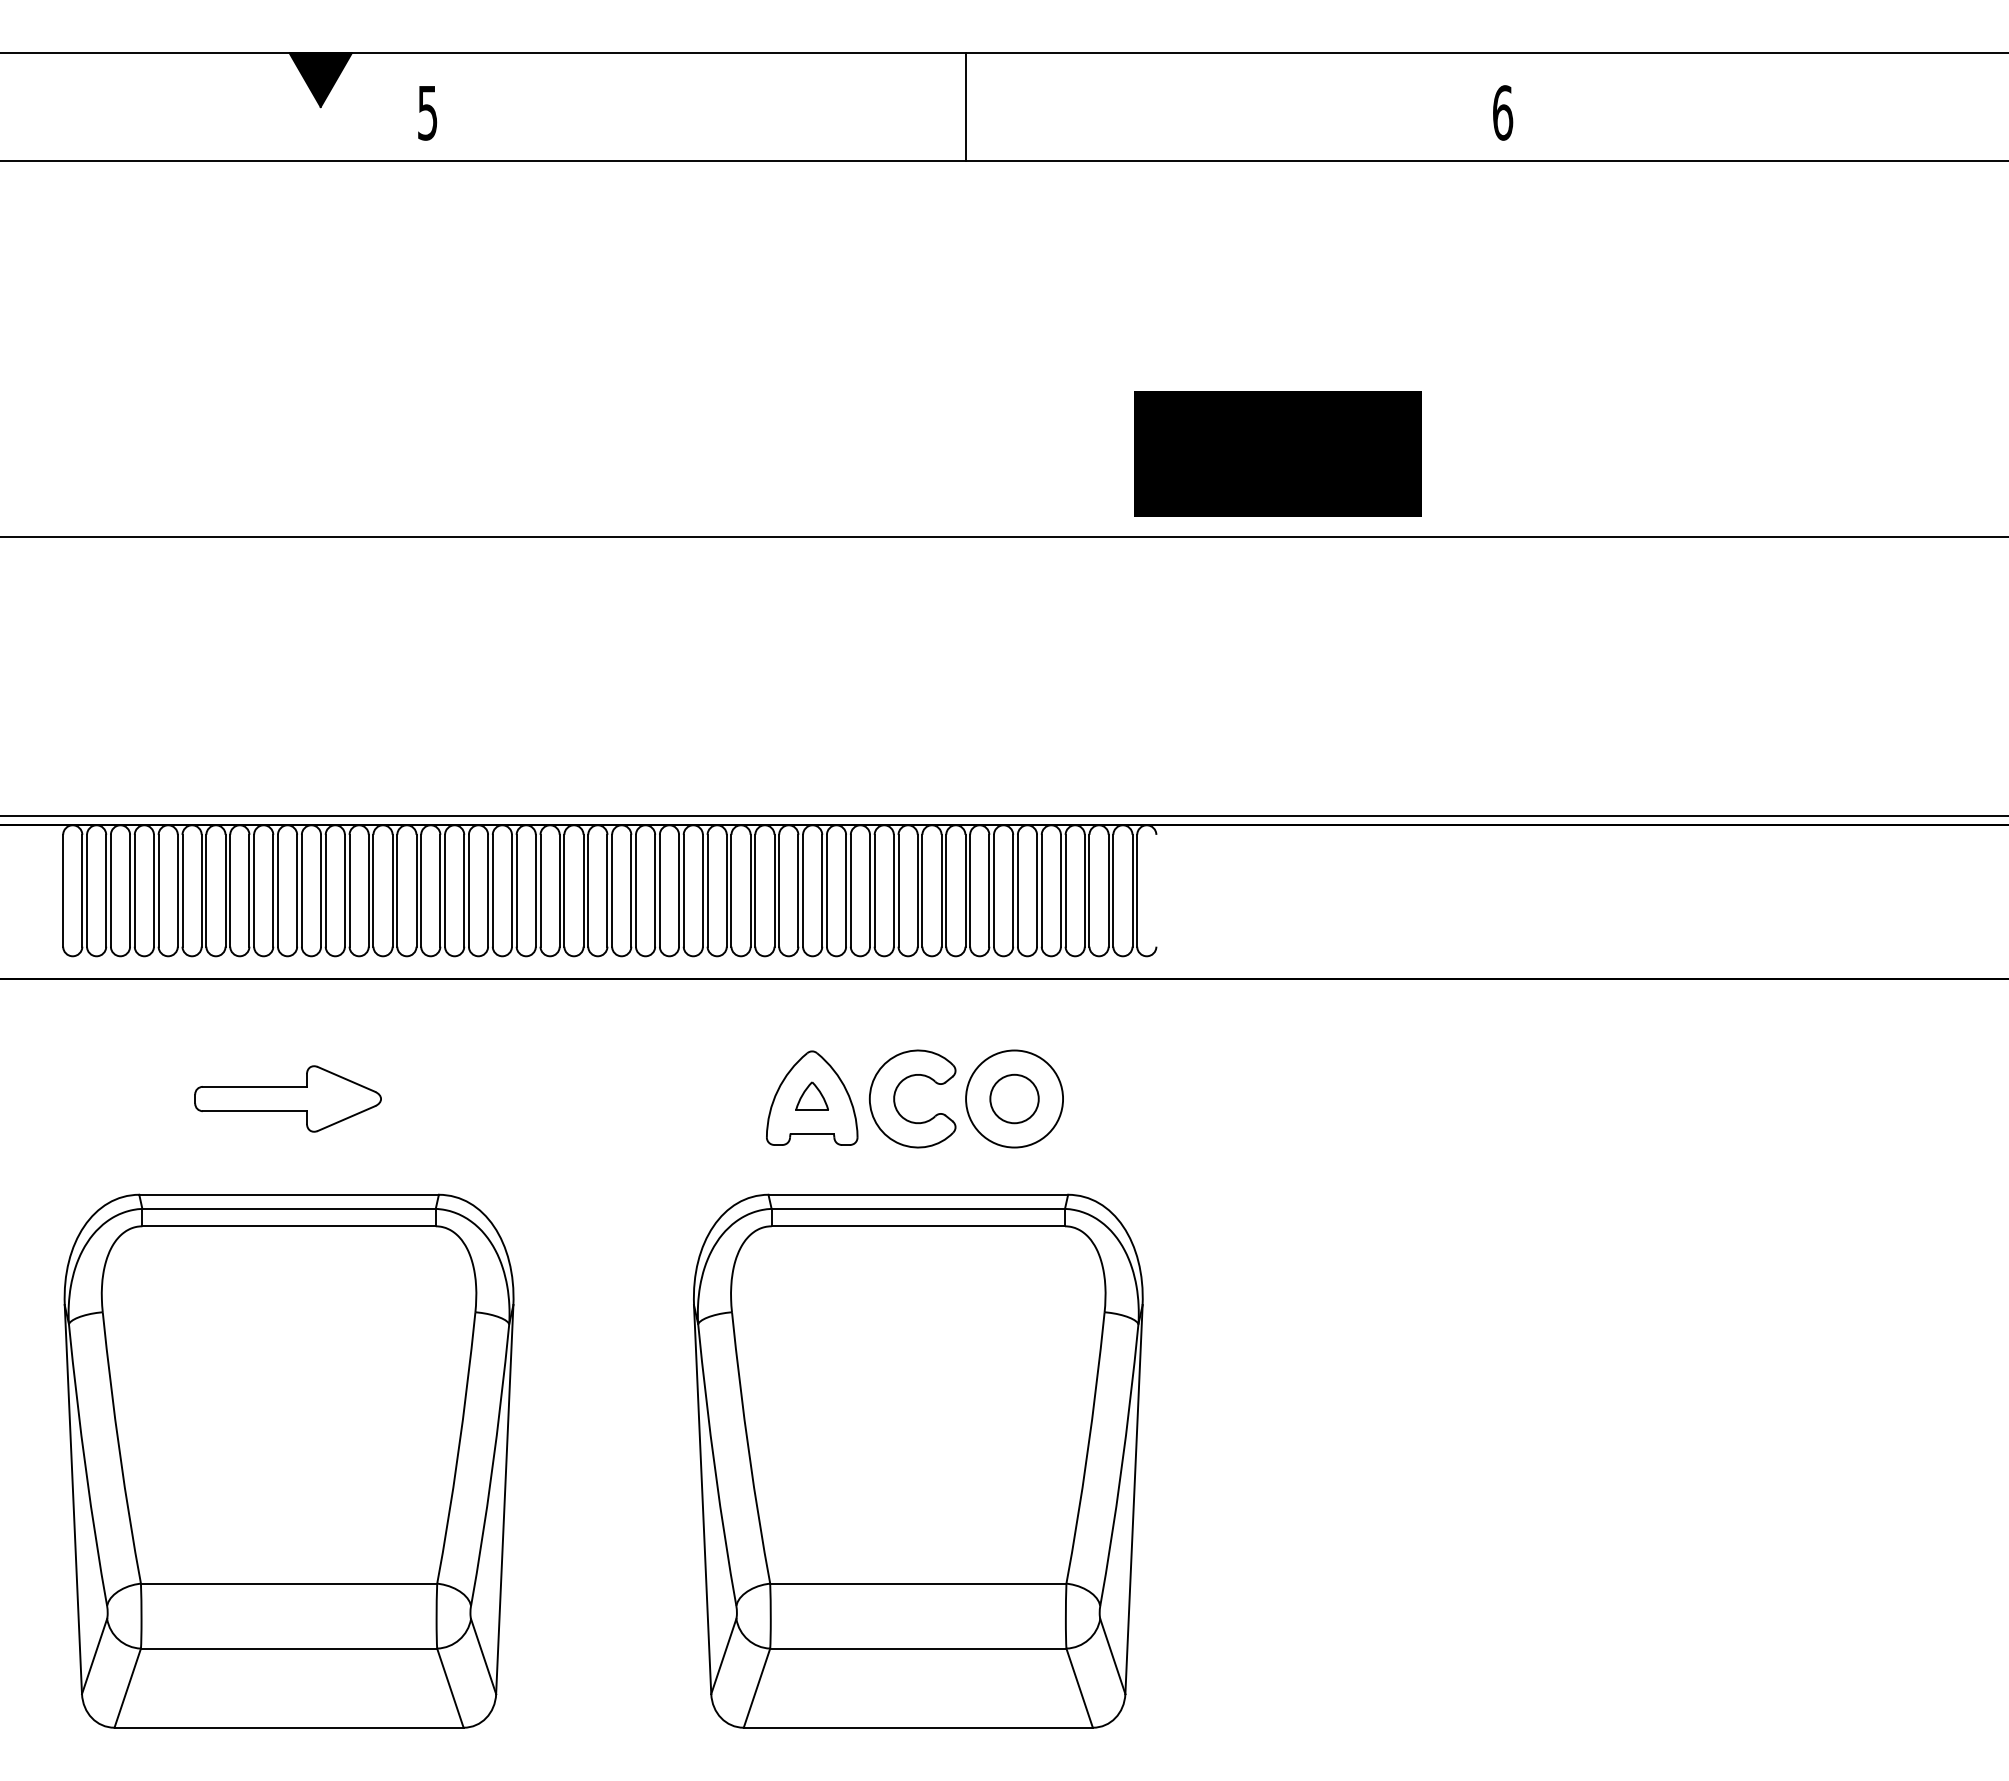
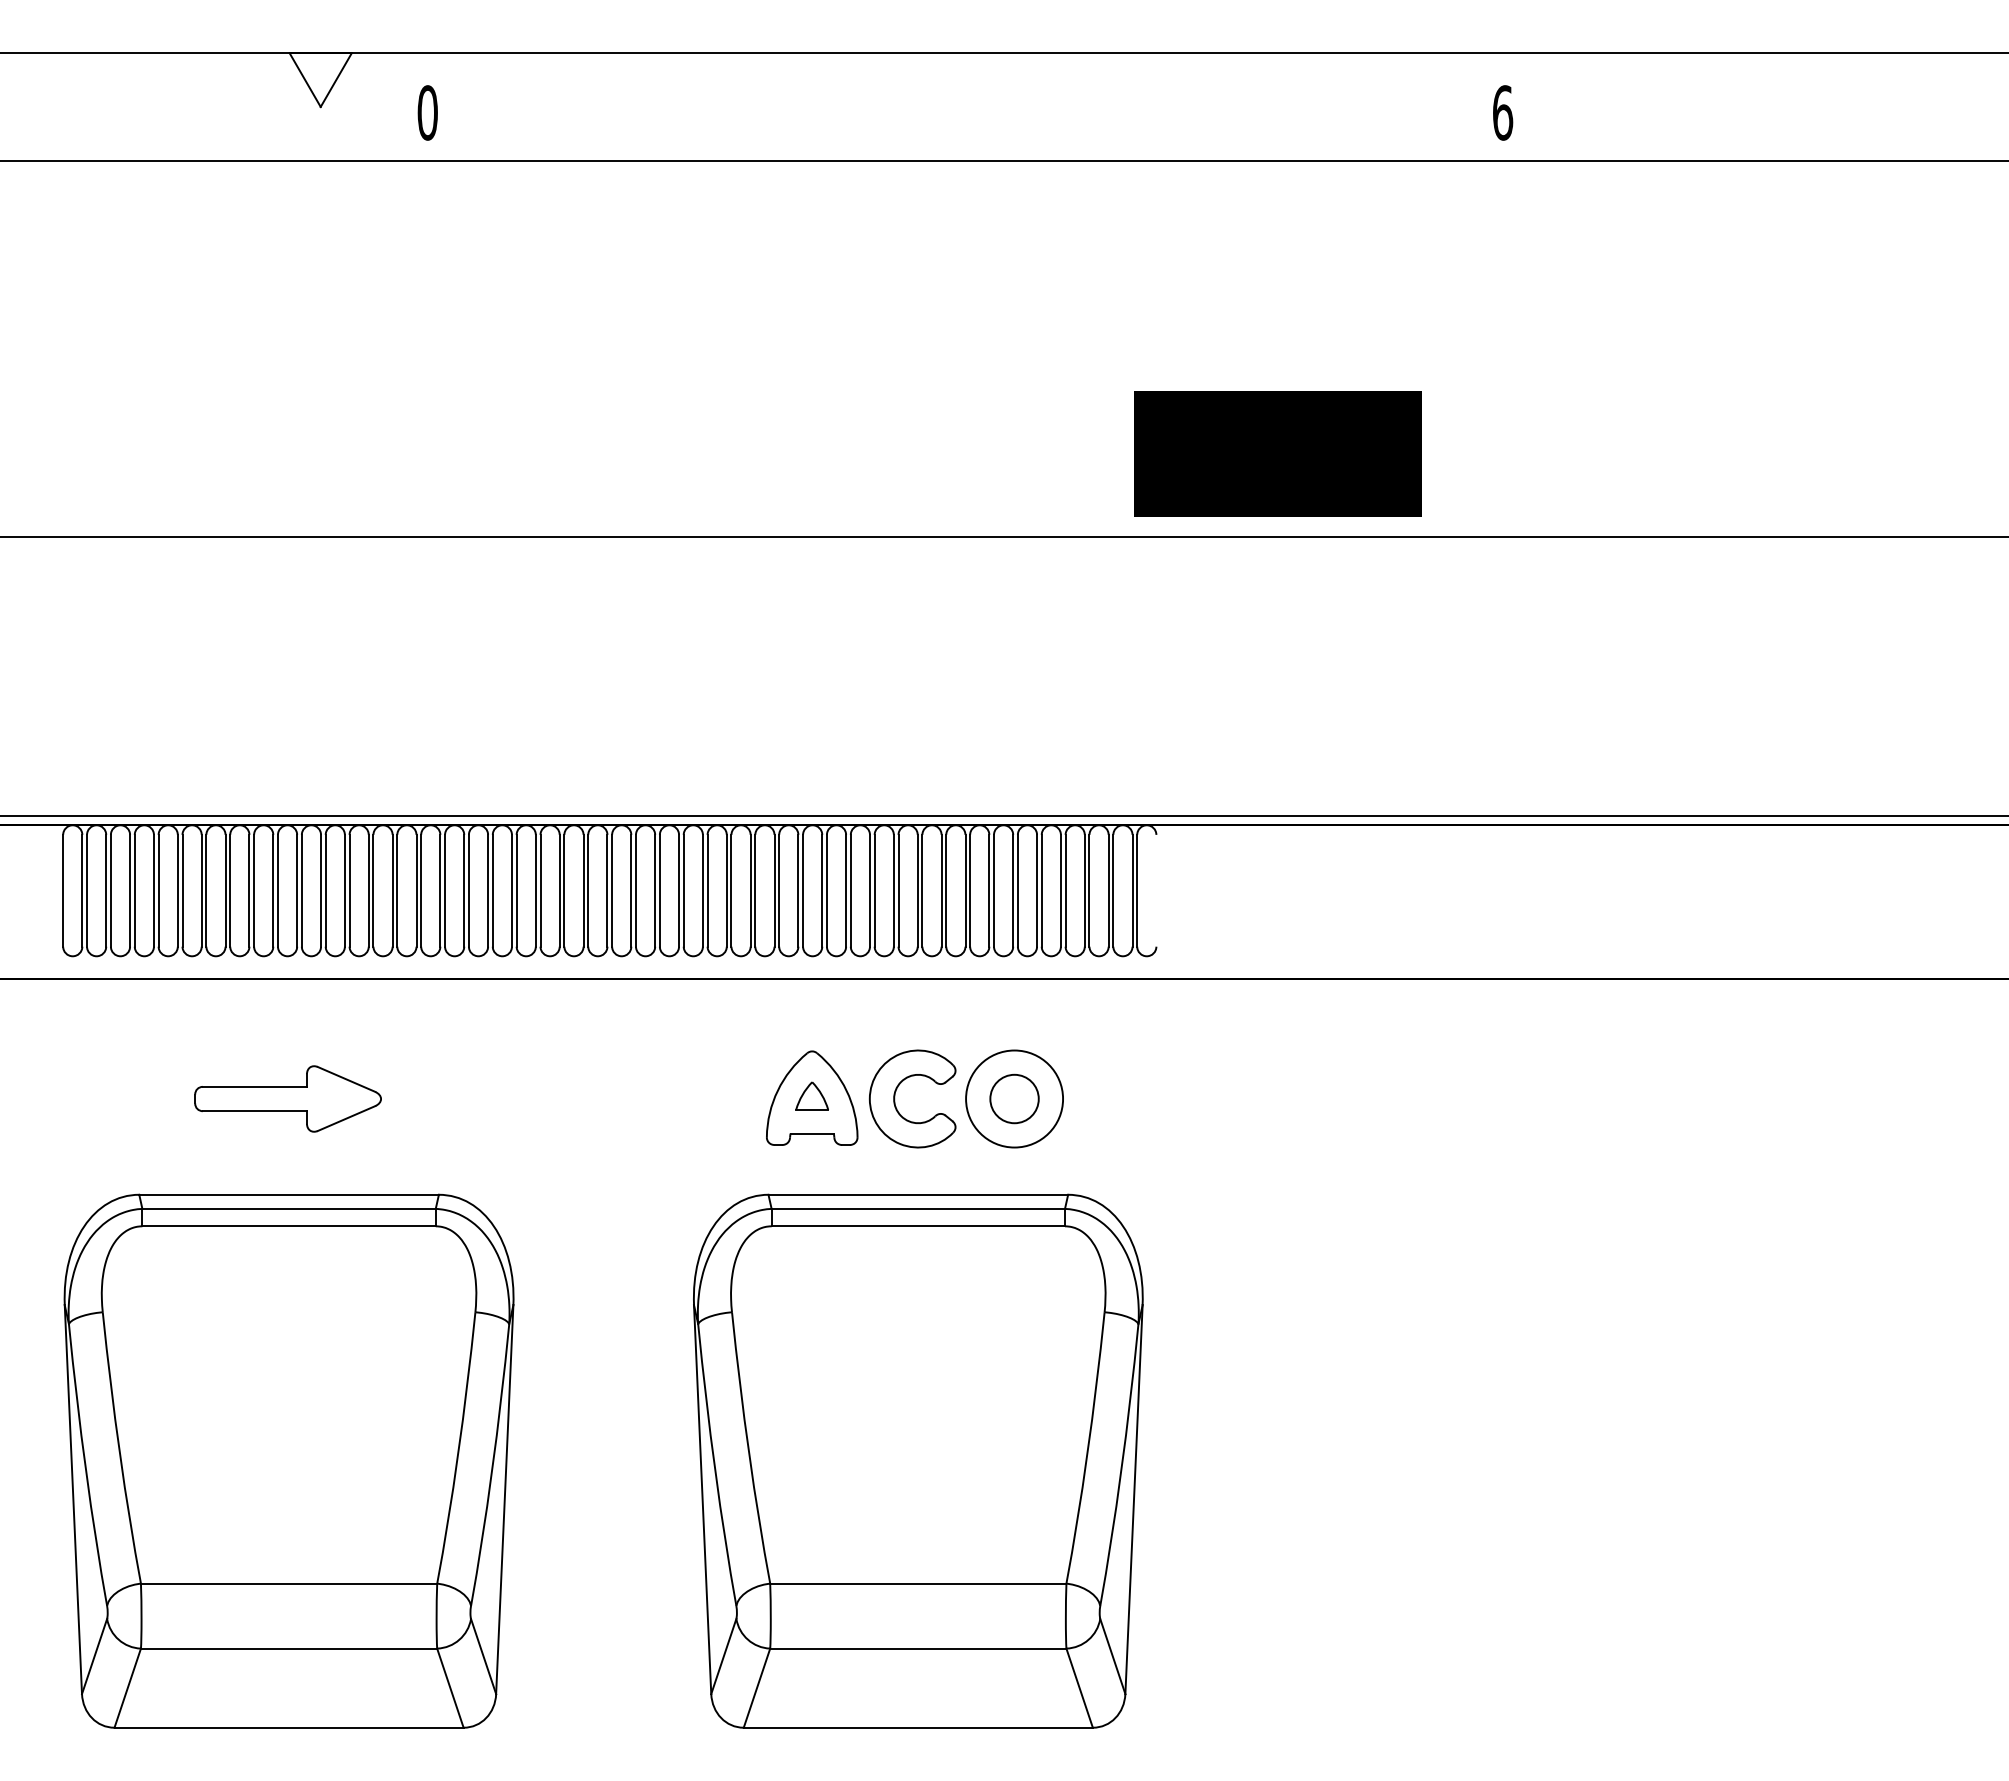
fill at (320, 79): present -> none
line at (965, 106): present -> none
text at (427, 112): 5 -> 0
